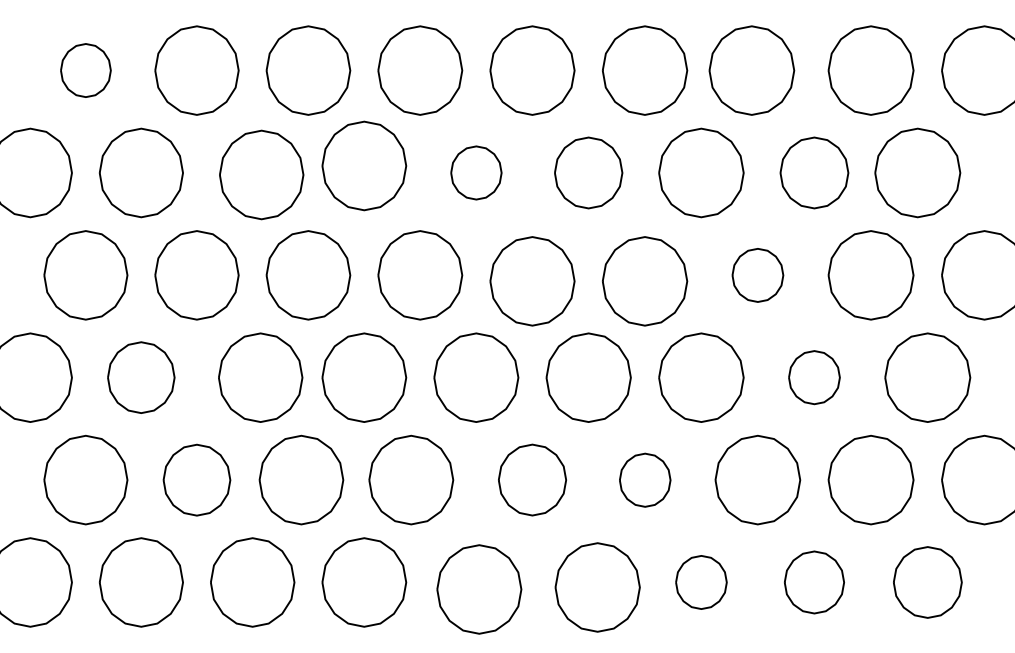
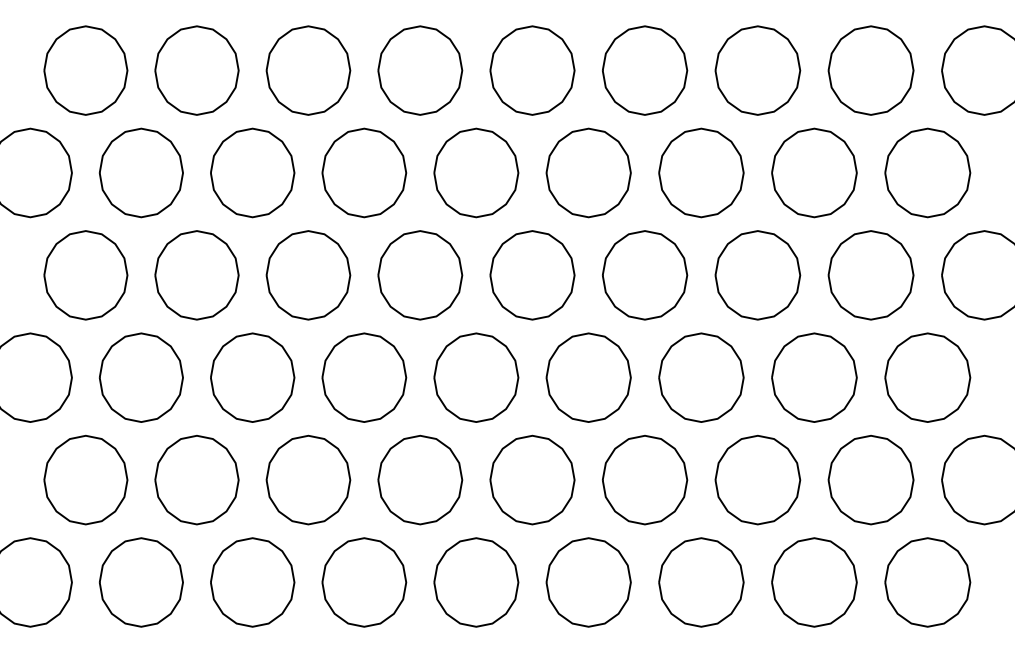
part at (85, 70) size: 52x55 px -> 86x91 px
part at (751, 70) position: (751, 70) -> (757, 70)
part at (364, 165) position: (364, 165) -> (364, 172)
part at (476, 172) size: 53x56 px -> 87x92 px
part at (588, 172) size: 70x74 px -> 87x92 px
part at (814, 172) size: 71x74 px -> 87x92 px
part at (917, 172) position: (917, 172) -> (927, 172)
part at (261, 174) position: (261, 174) -> (252, 172)
part at (757, 275) size: 54x55 px -> 88x91 px
part at (532, 281) position: (532, 281) -> (532, 275)
part at (645, 281) position: (645, 281) -> (645, 275)
part at (141, 377) size: 69x73 px -> 86x91 px
part at (260, 377) position: (260, 377) -> (252, 377)
part at (814, 377) size: 53x56 px -> 87x91 px
part at (196, 479) size: 70x74 px -> 86x91 px
part at (301, 479) position: (301, 479) -> (308, 479)
part at (411, 479) position: (411, 479) -> (420, 479)
part at (532, 479) size: 69x74 px -> 87x92 px
part at (645, 479) size: 53x56 px -> 87x91 px
part at (701, 582) size: 53x55 px -> 87x91 px
part at (814, 582) size: 61x65 px -> 87x91 px
part at (927, 582) size: 70x73 px -> 88x91 px
part at (597, 587) position: (597, 587) -> (588, 582)
part at (479, 589) position: (479, 589) -> (476, 582)
